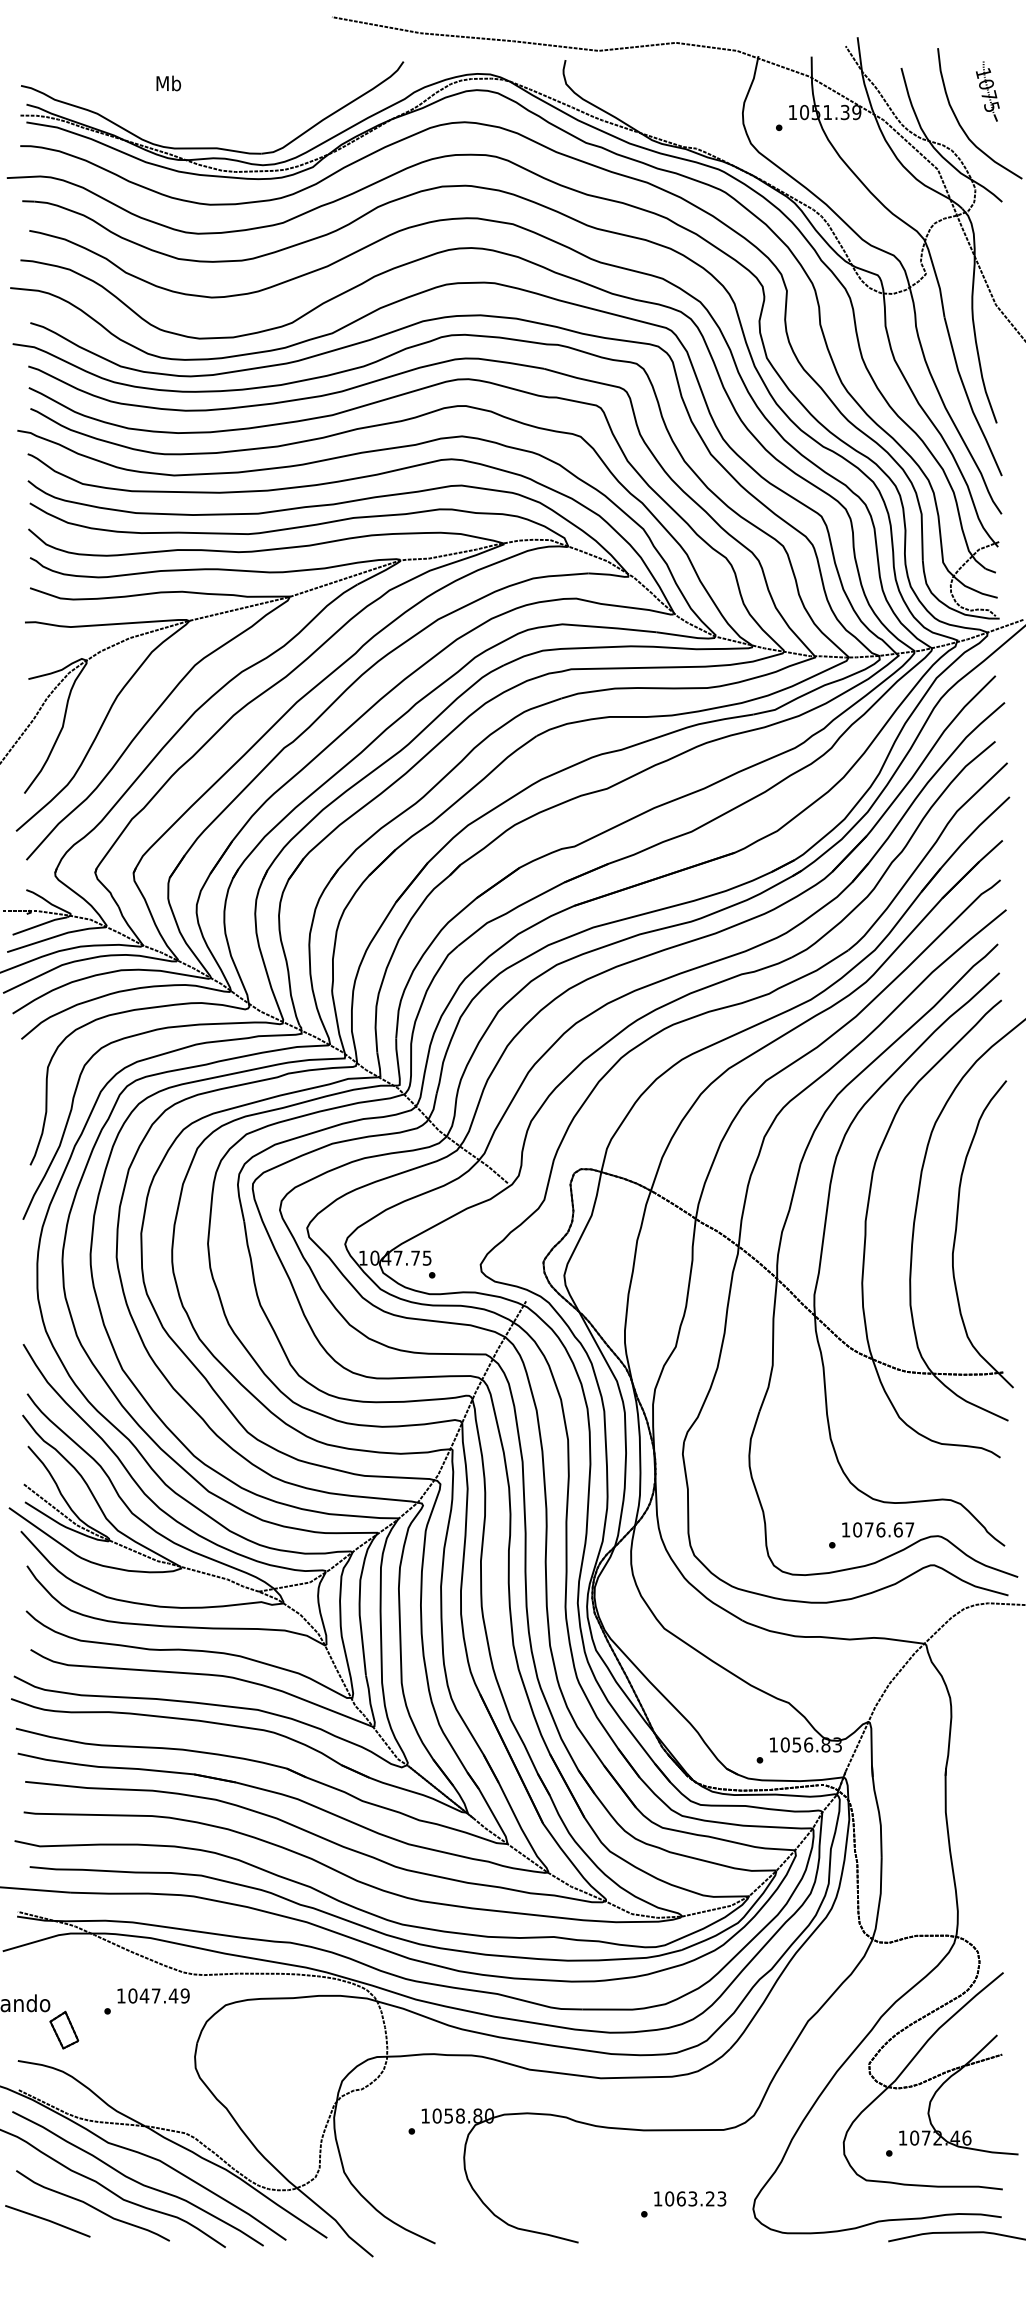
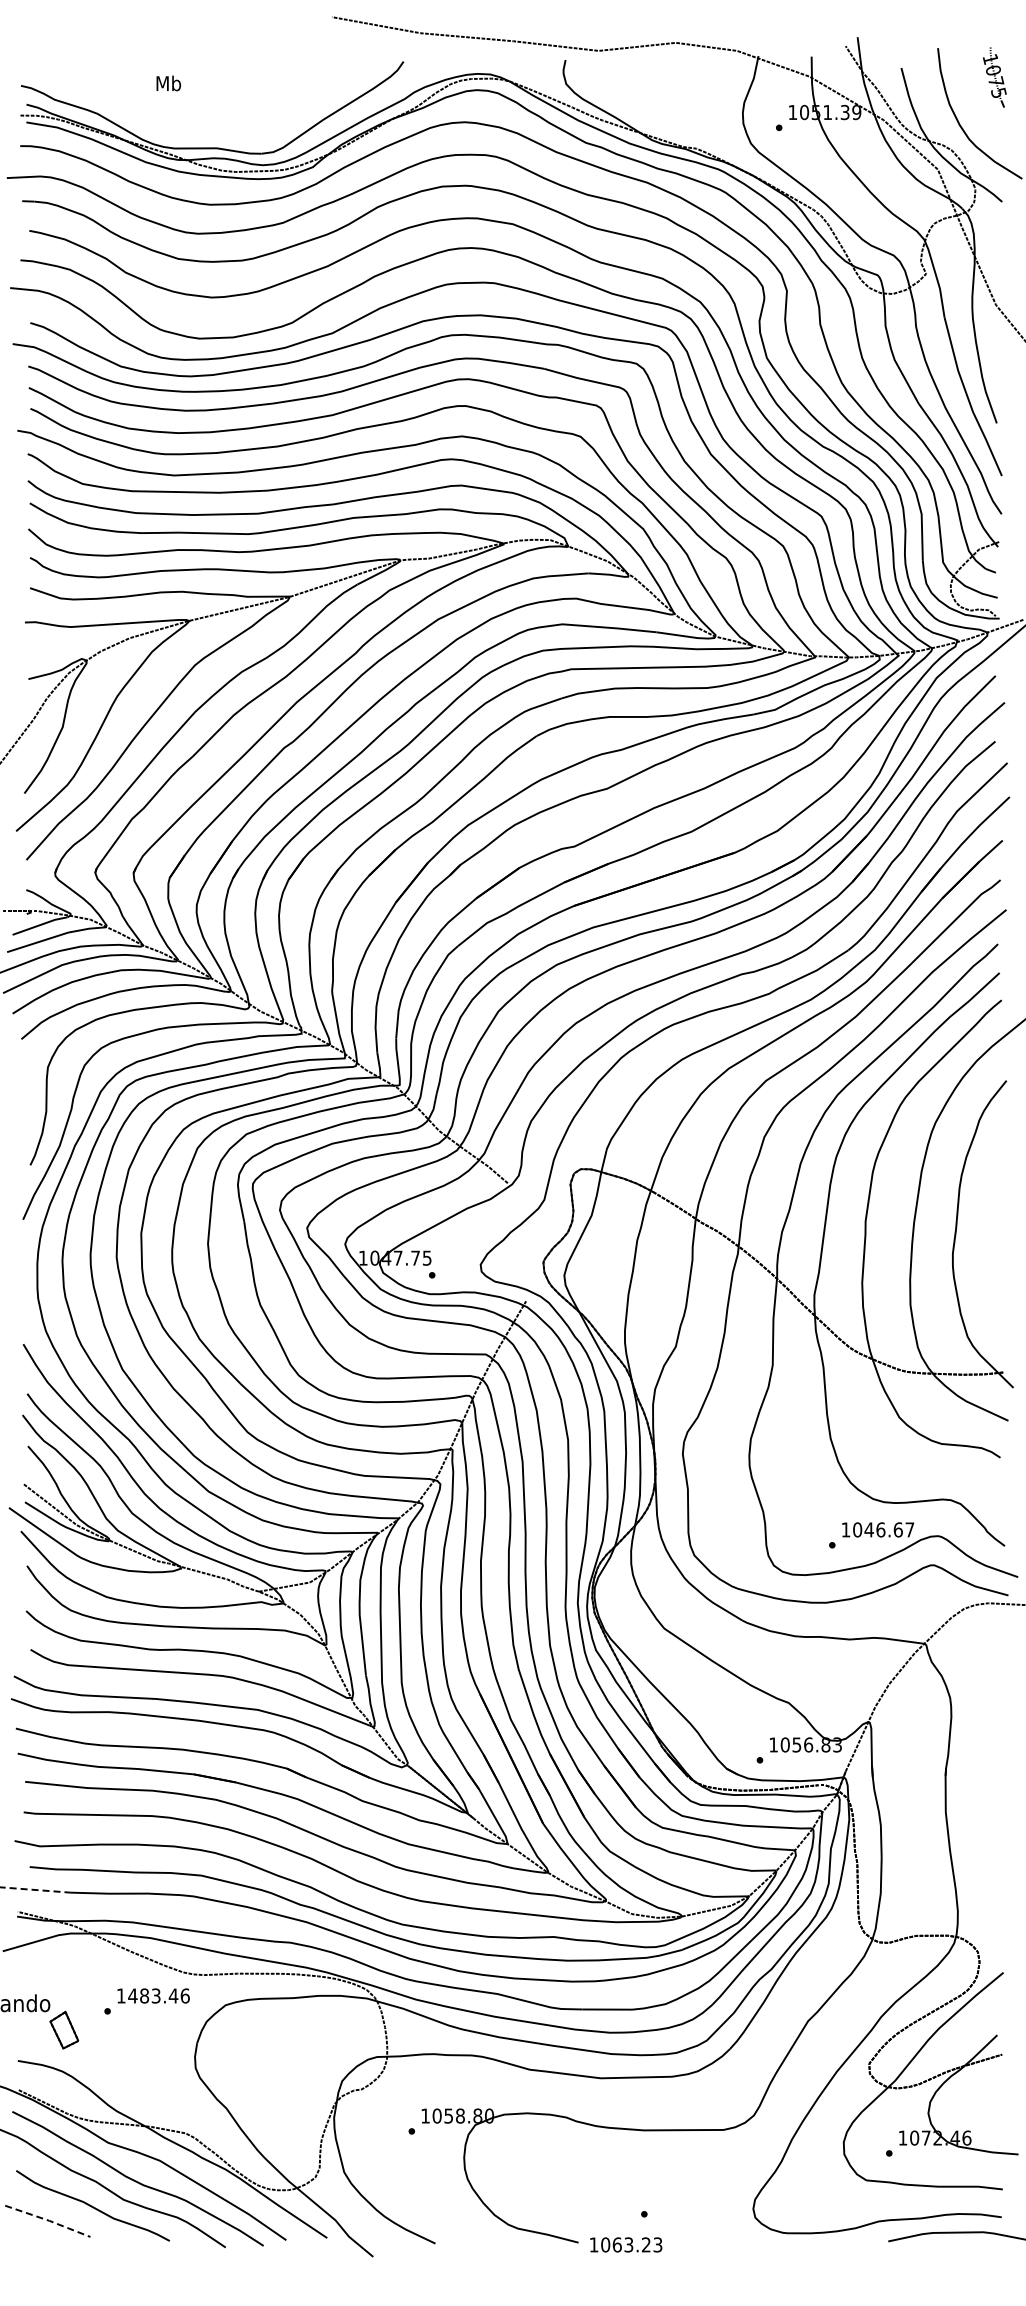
part at (987, 91) position: (987, 91) -> (994, 77)
text at (868, 1529): 1076.67 -> 1046.67
line at (36, 1890): solid -> dashed
text at (158, 1995): 1047.49 -> 1483.46
text at (690, 2198) position: (690, 2198) -> (626, 2244)
line at (49, 2220): solid -> dashed
